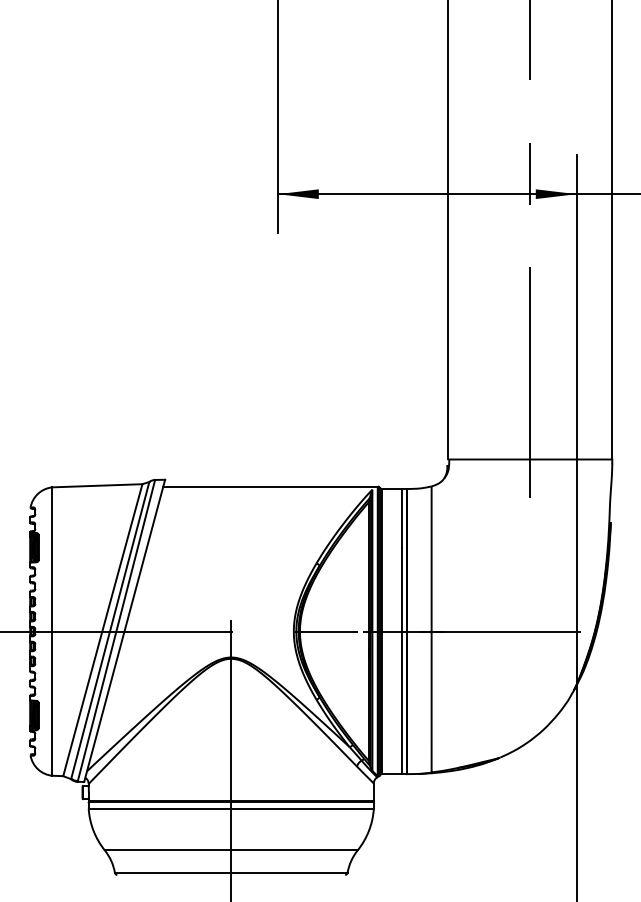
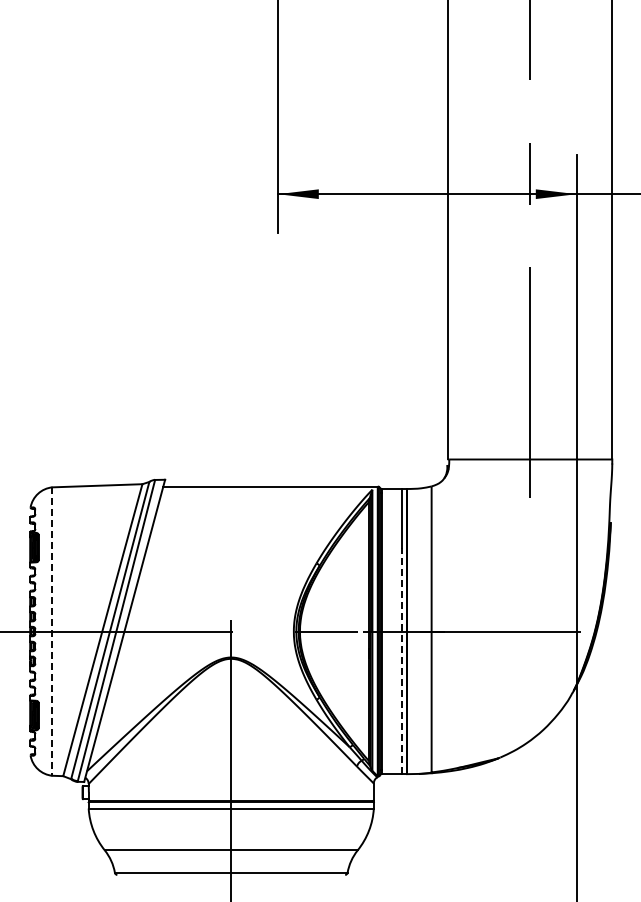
line at (52, 632): solid -> dashed
line at (402, 660): solid -> dashed
